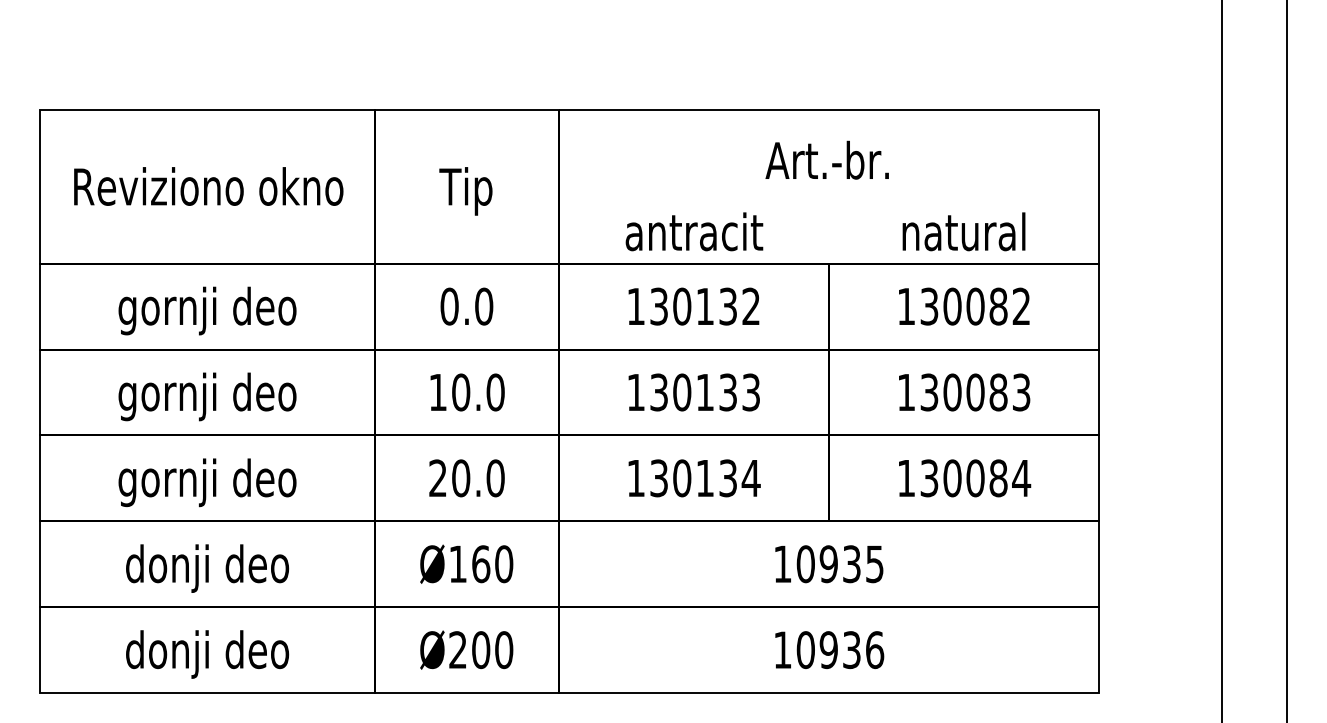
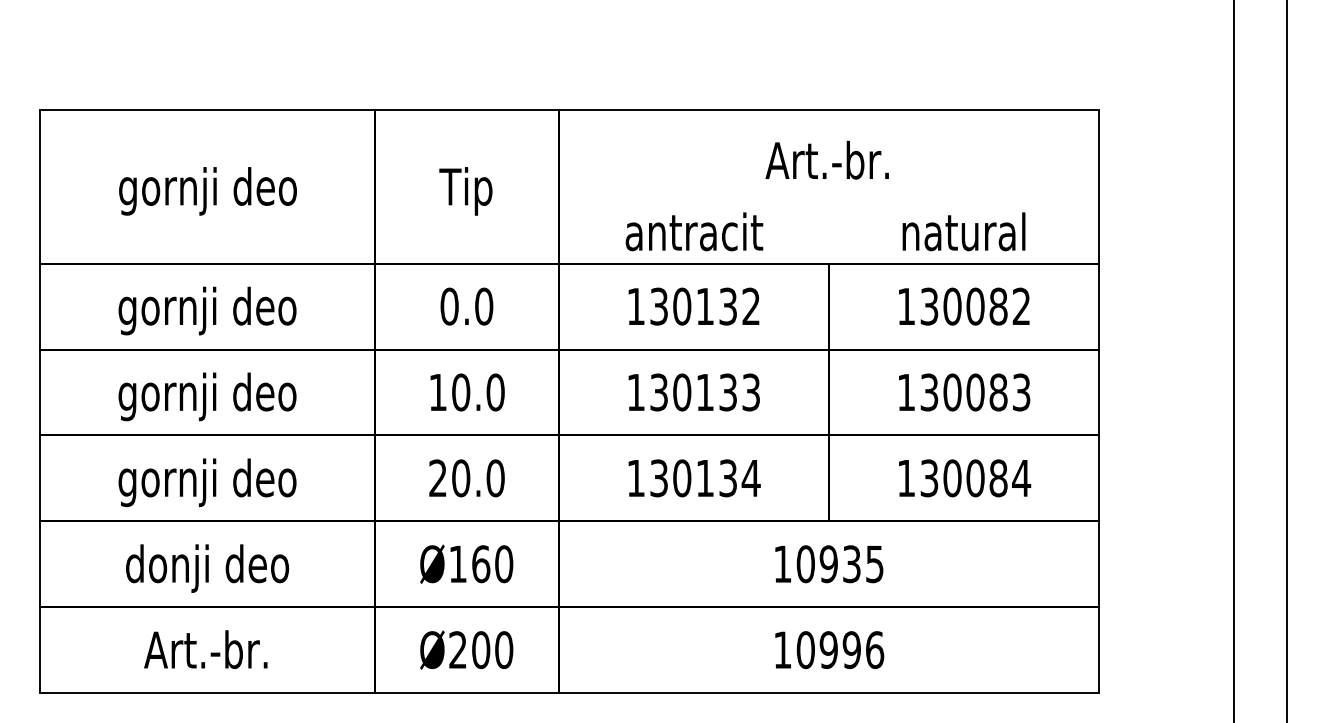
text at (208, 191): Reviziono okno -> gornji deo
line at (1221, 360) position: (1221, 360) -> (1233, 360)
text at (851, 649): 10936 -> 10996
text at (207, 654): donji deo -> Art.-br.
